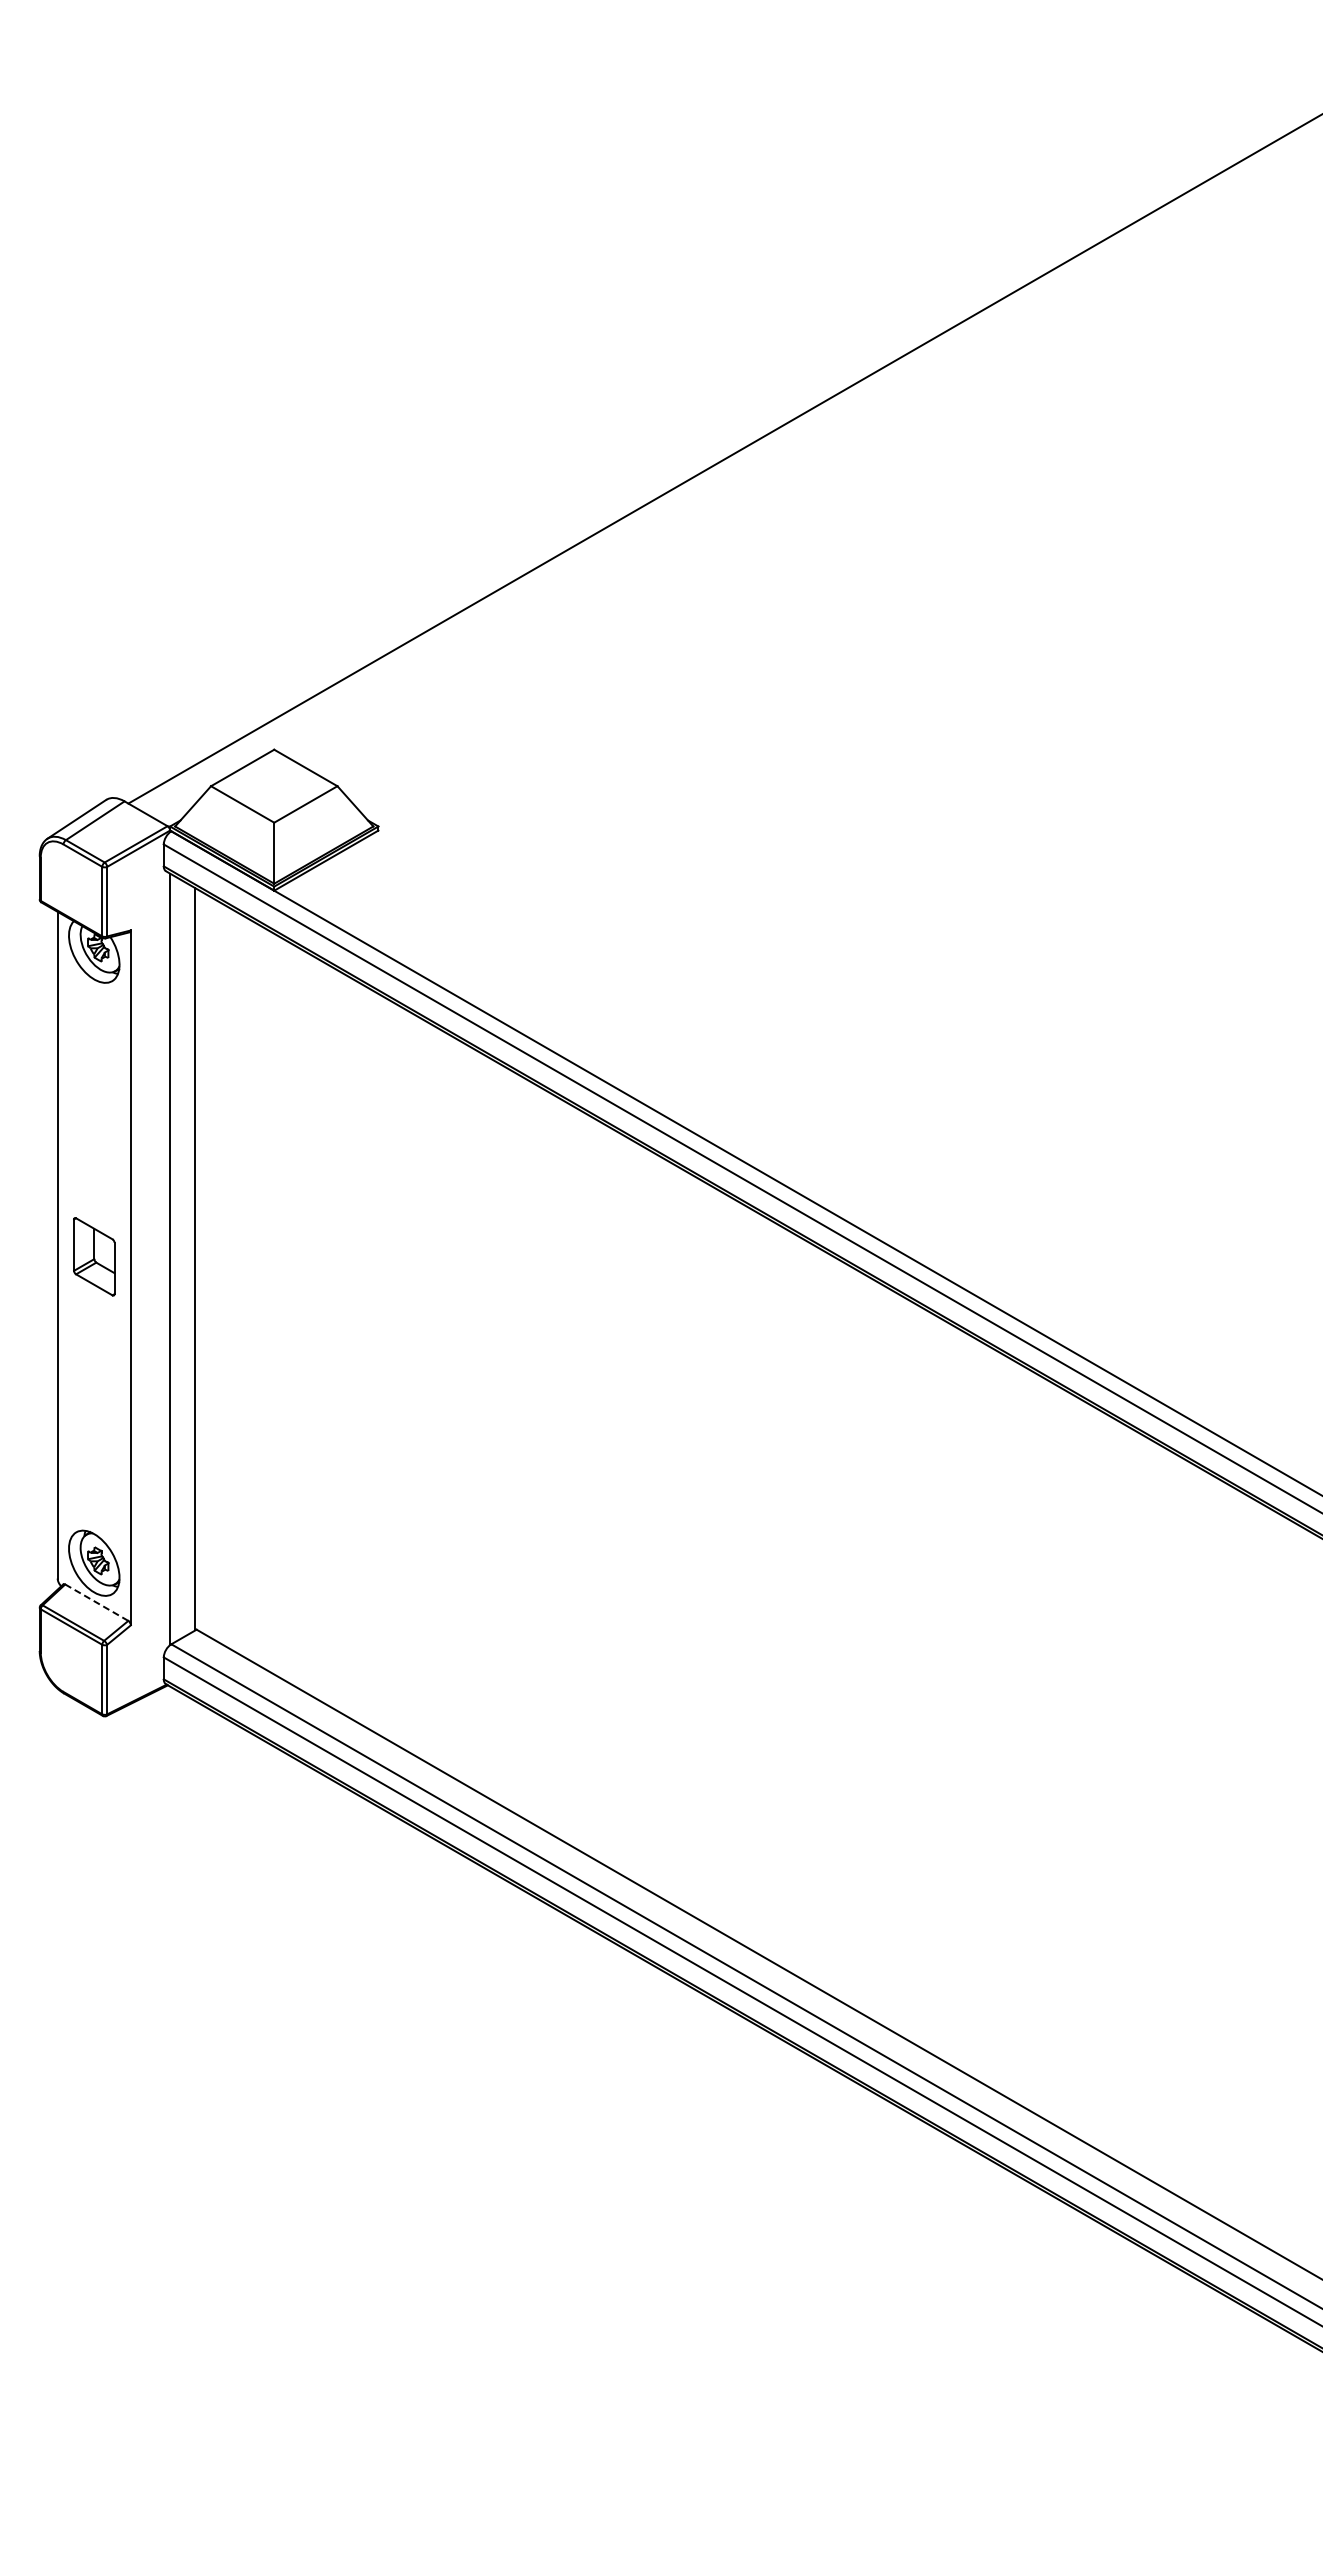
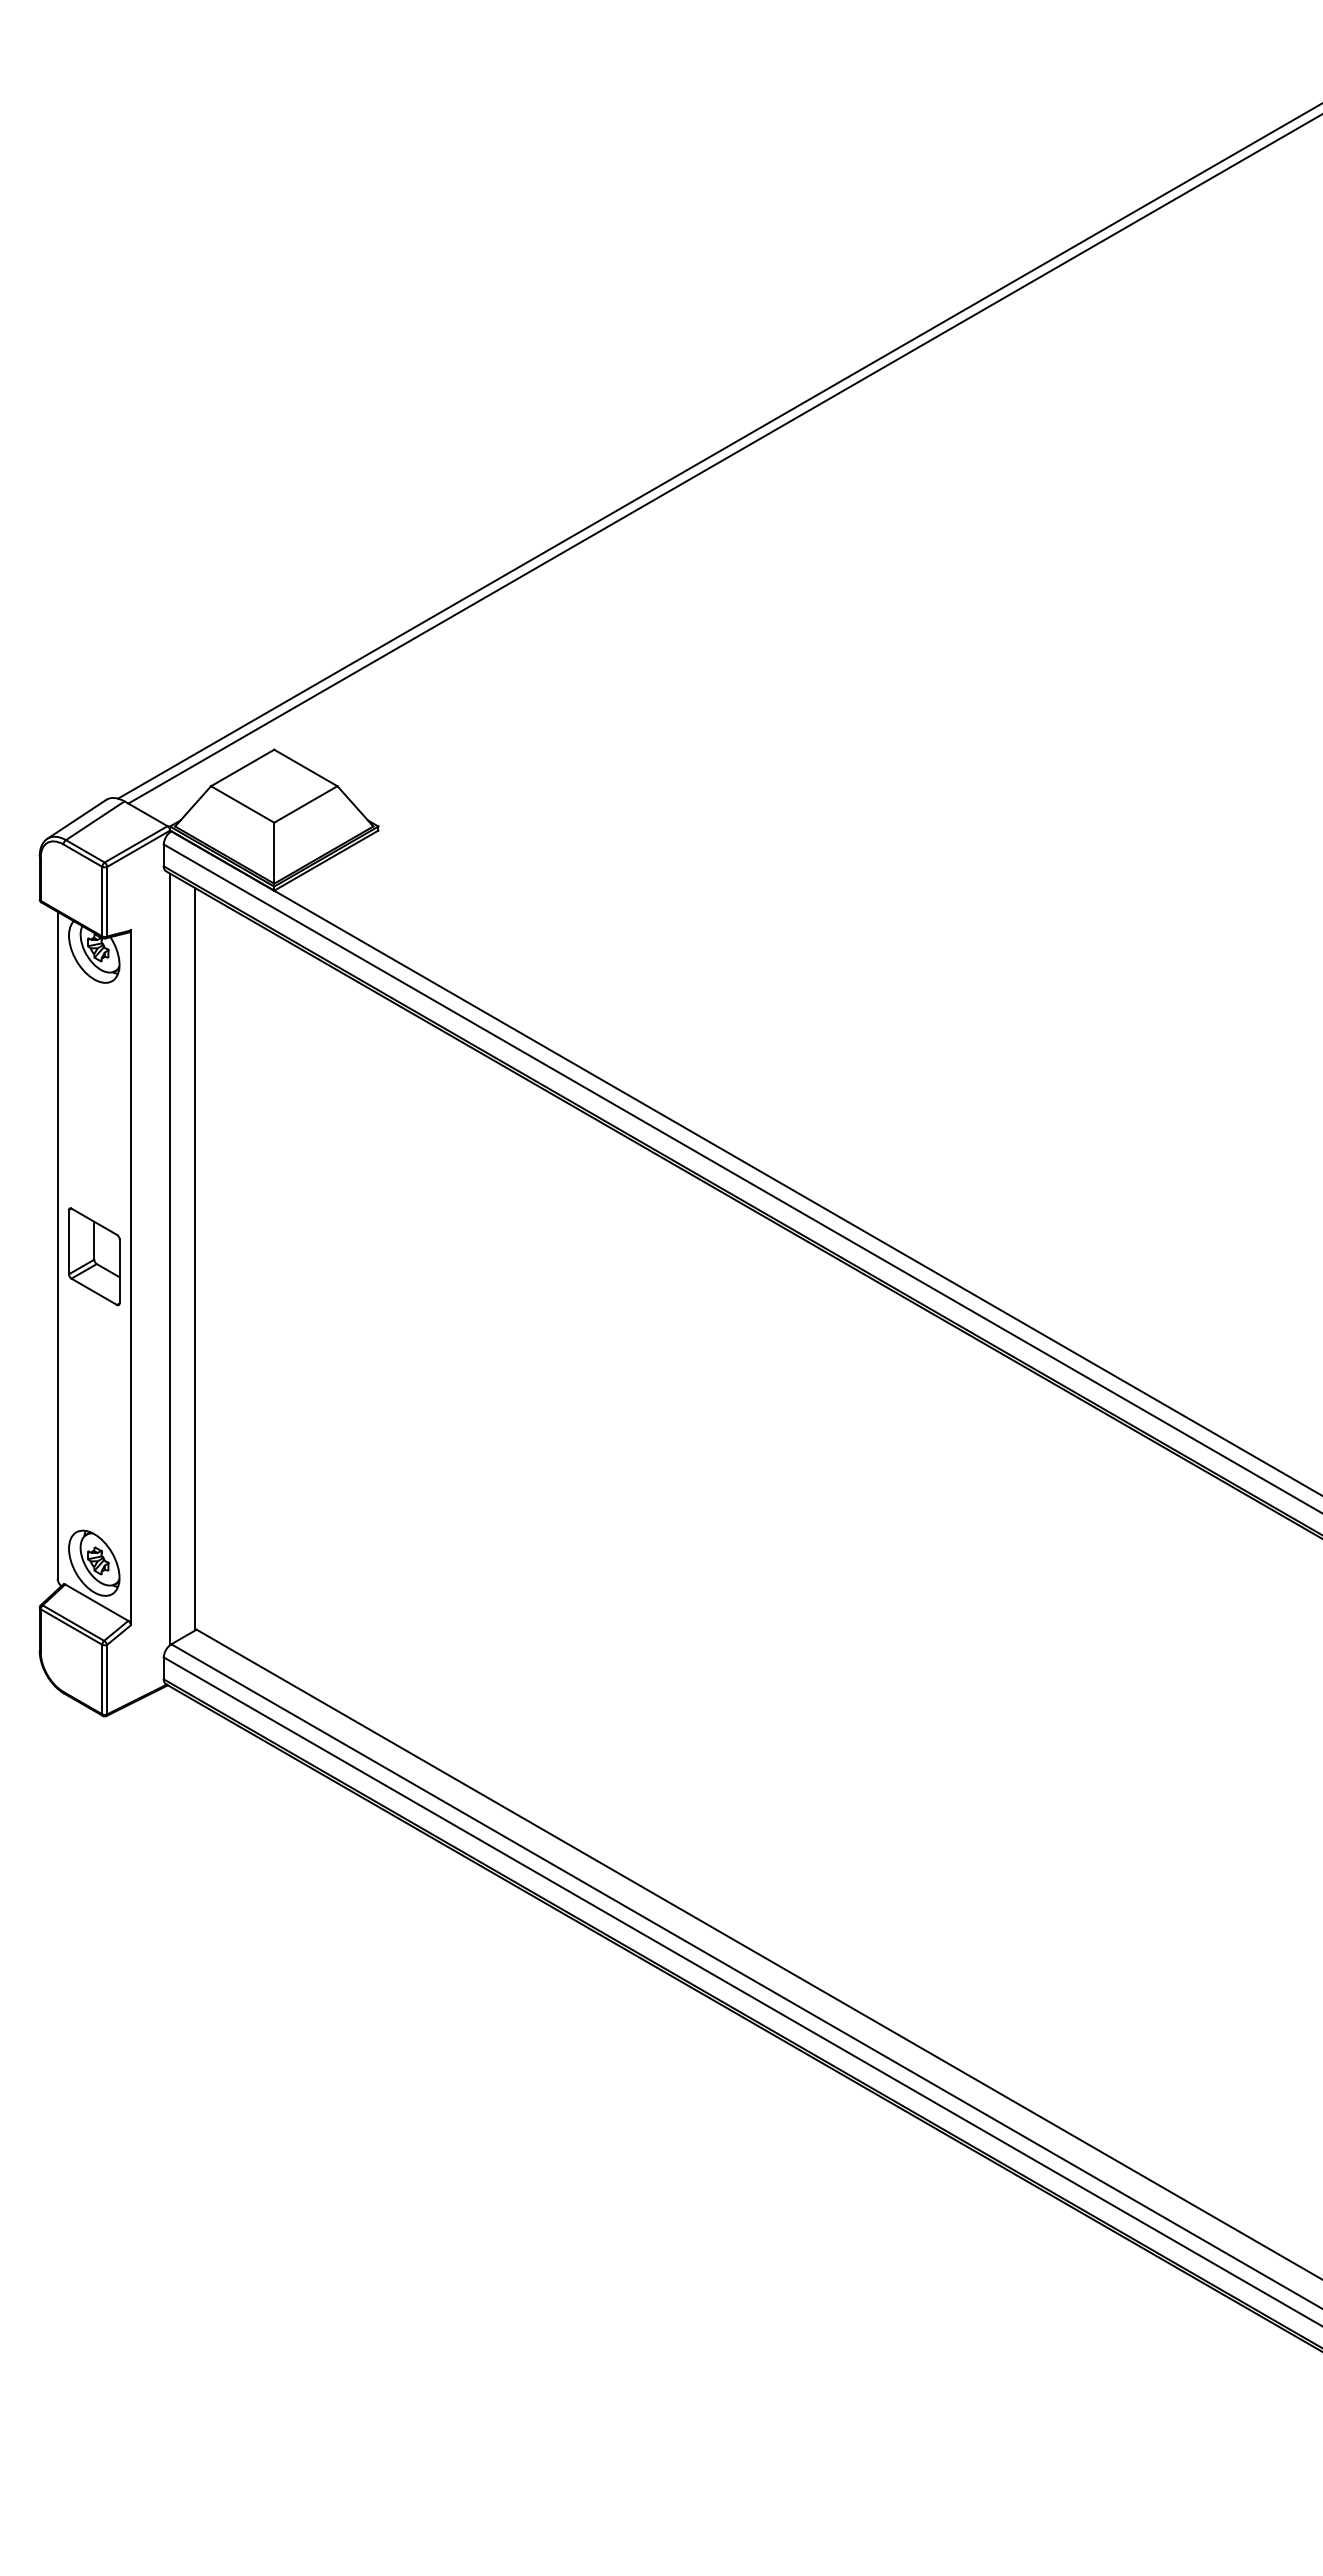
line at (718, 451): none -> present
part at (94, 1256) size: 43x80 px -> 53x100 px
line at (96, 1602): dashed -> solid
